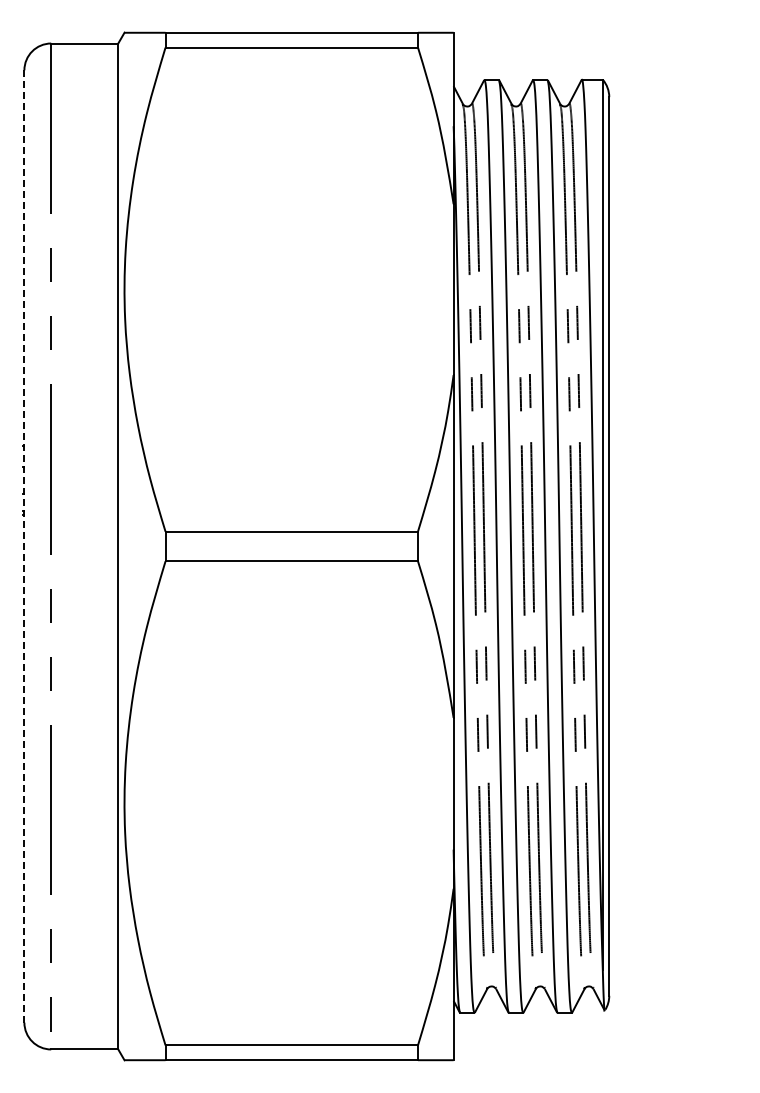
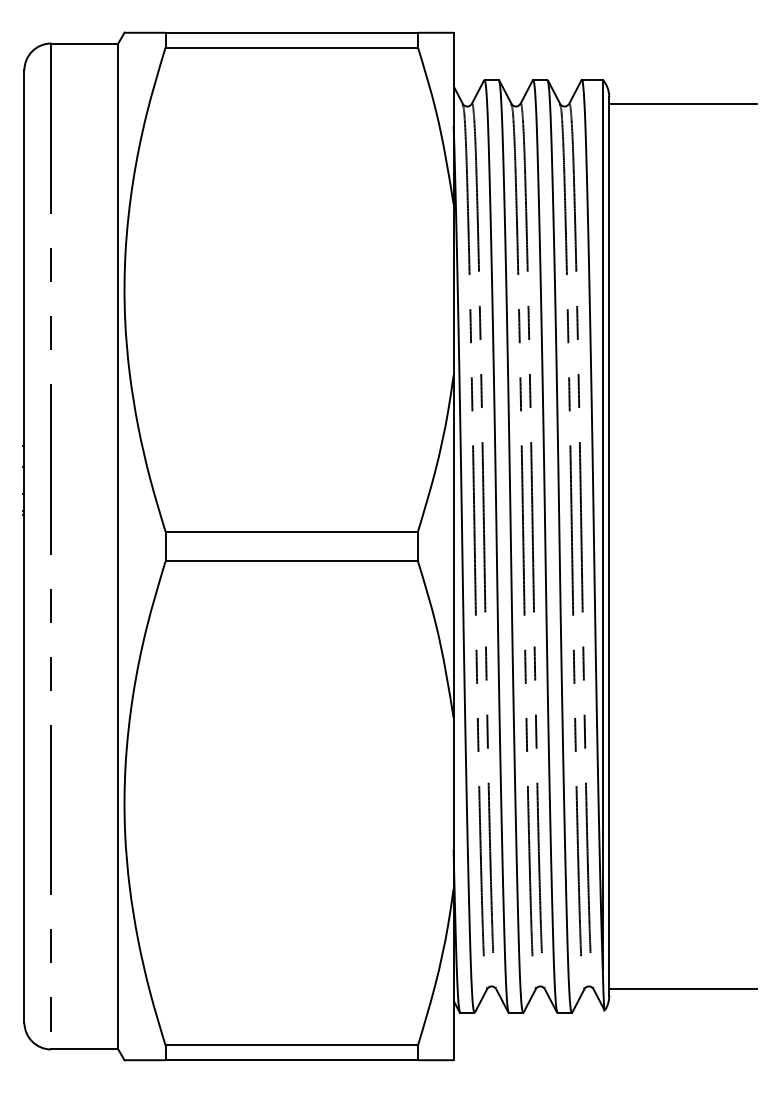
line at (682, 103): none -> present
line at (24, 546): dashed -> solid
line at (682, 989): none -> present
